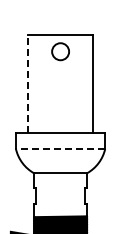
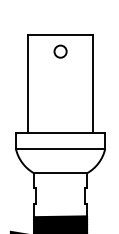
circle at (60, 51) size: 19x20 px -> 15x15 px
line at (28, 84): dashed -> solid
line at (60, 149): dashed -> solid
